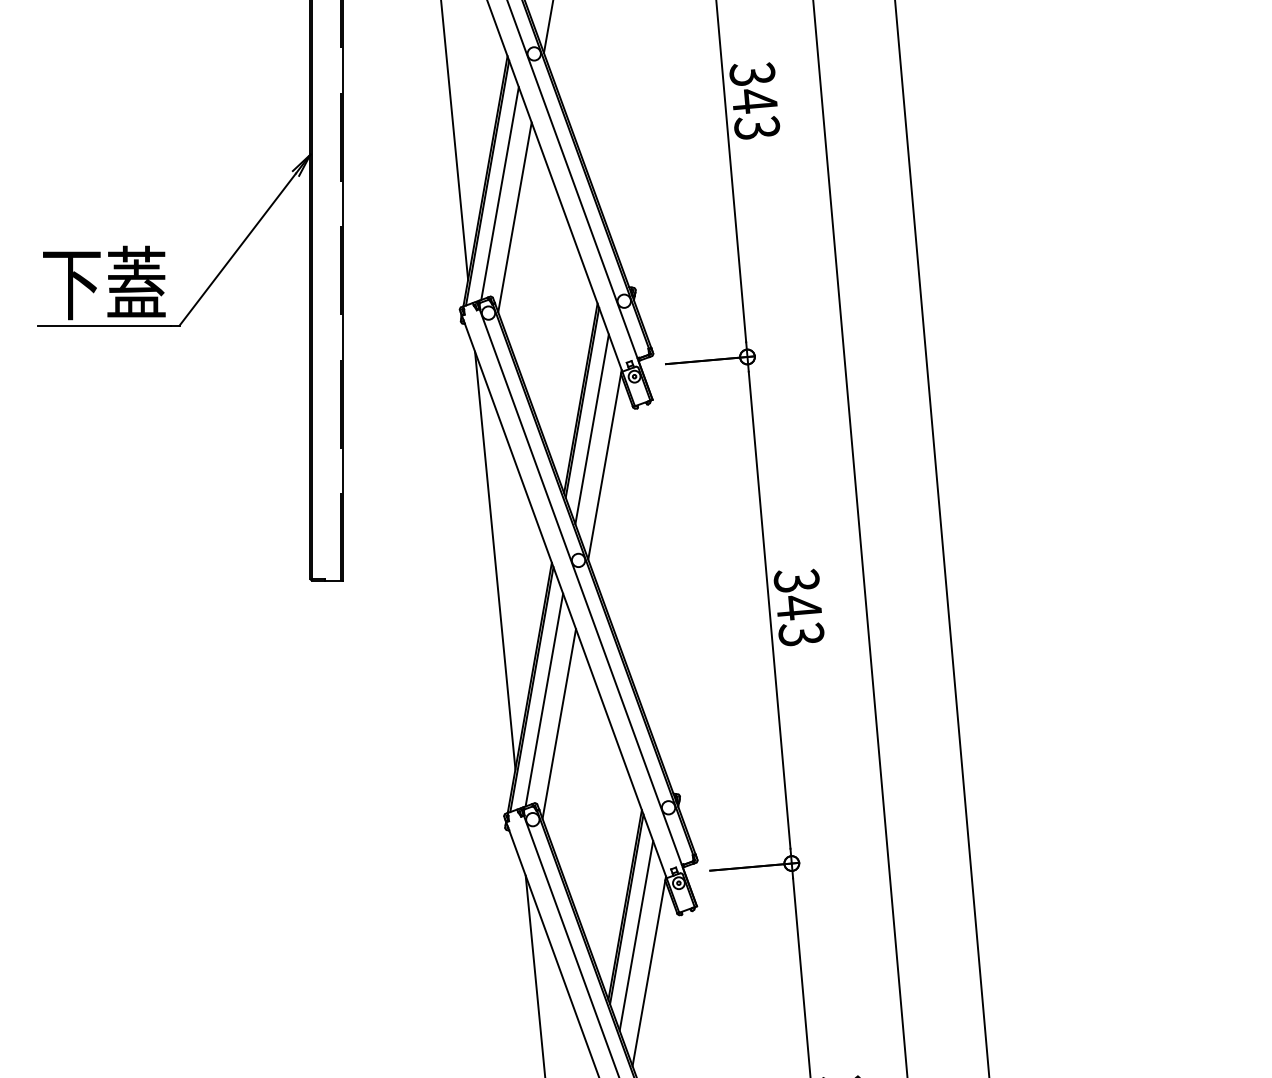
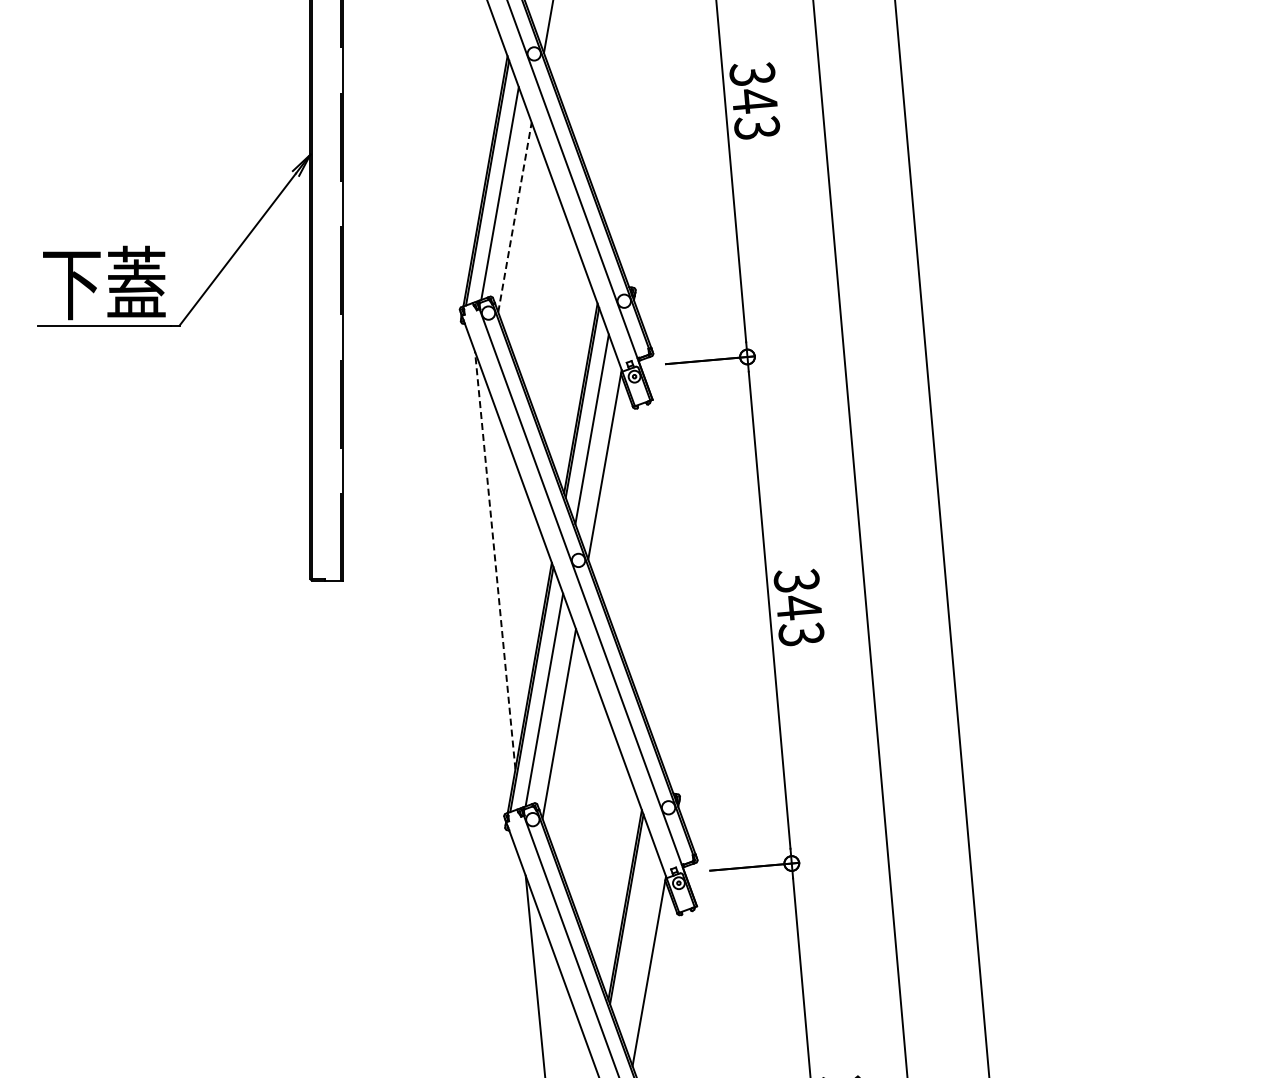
line at (454, 140): present -> none
line at (515, 216): solid -> dashed
line at (495, 560): solid -> dashed
line at (636, 935): present -> none
